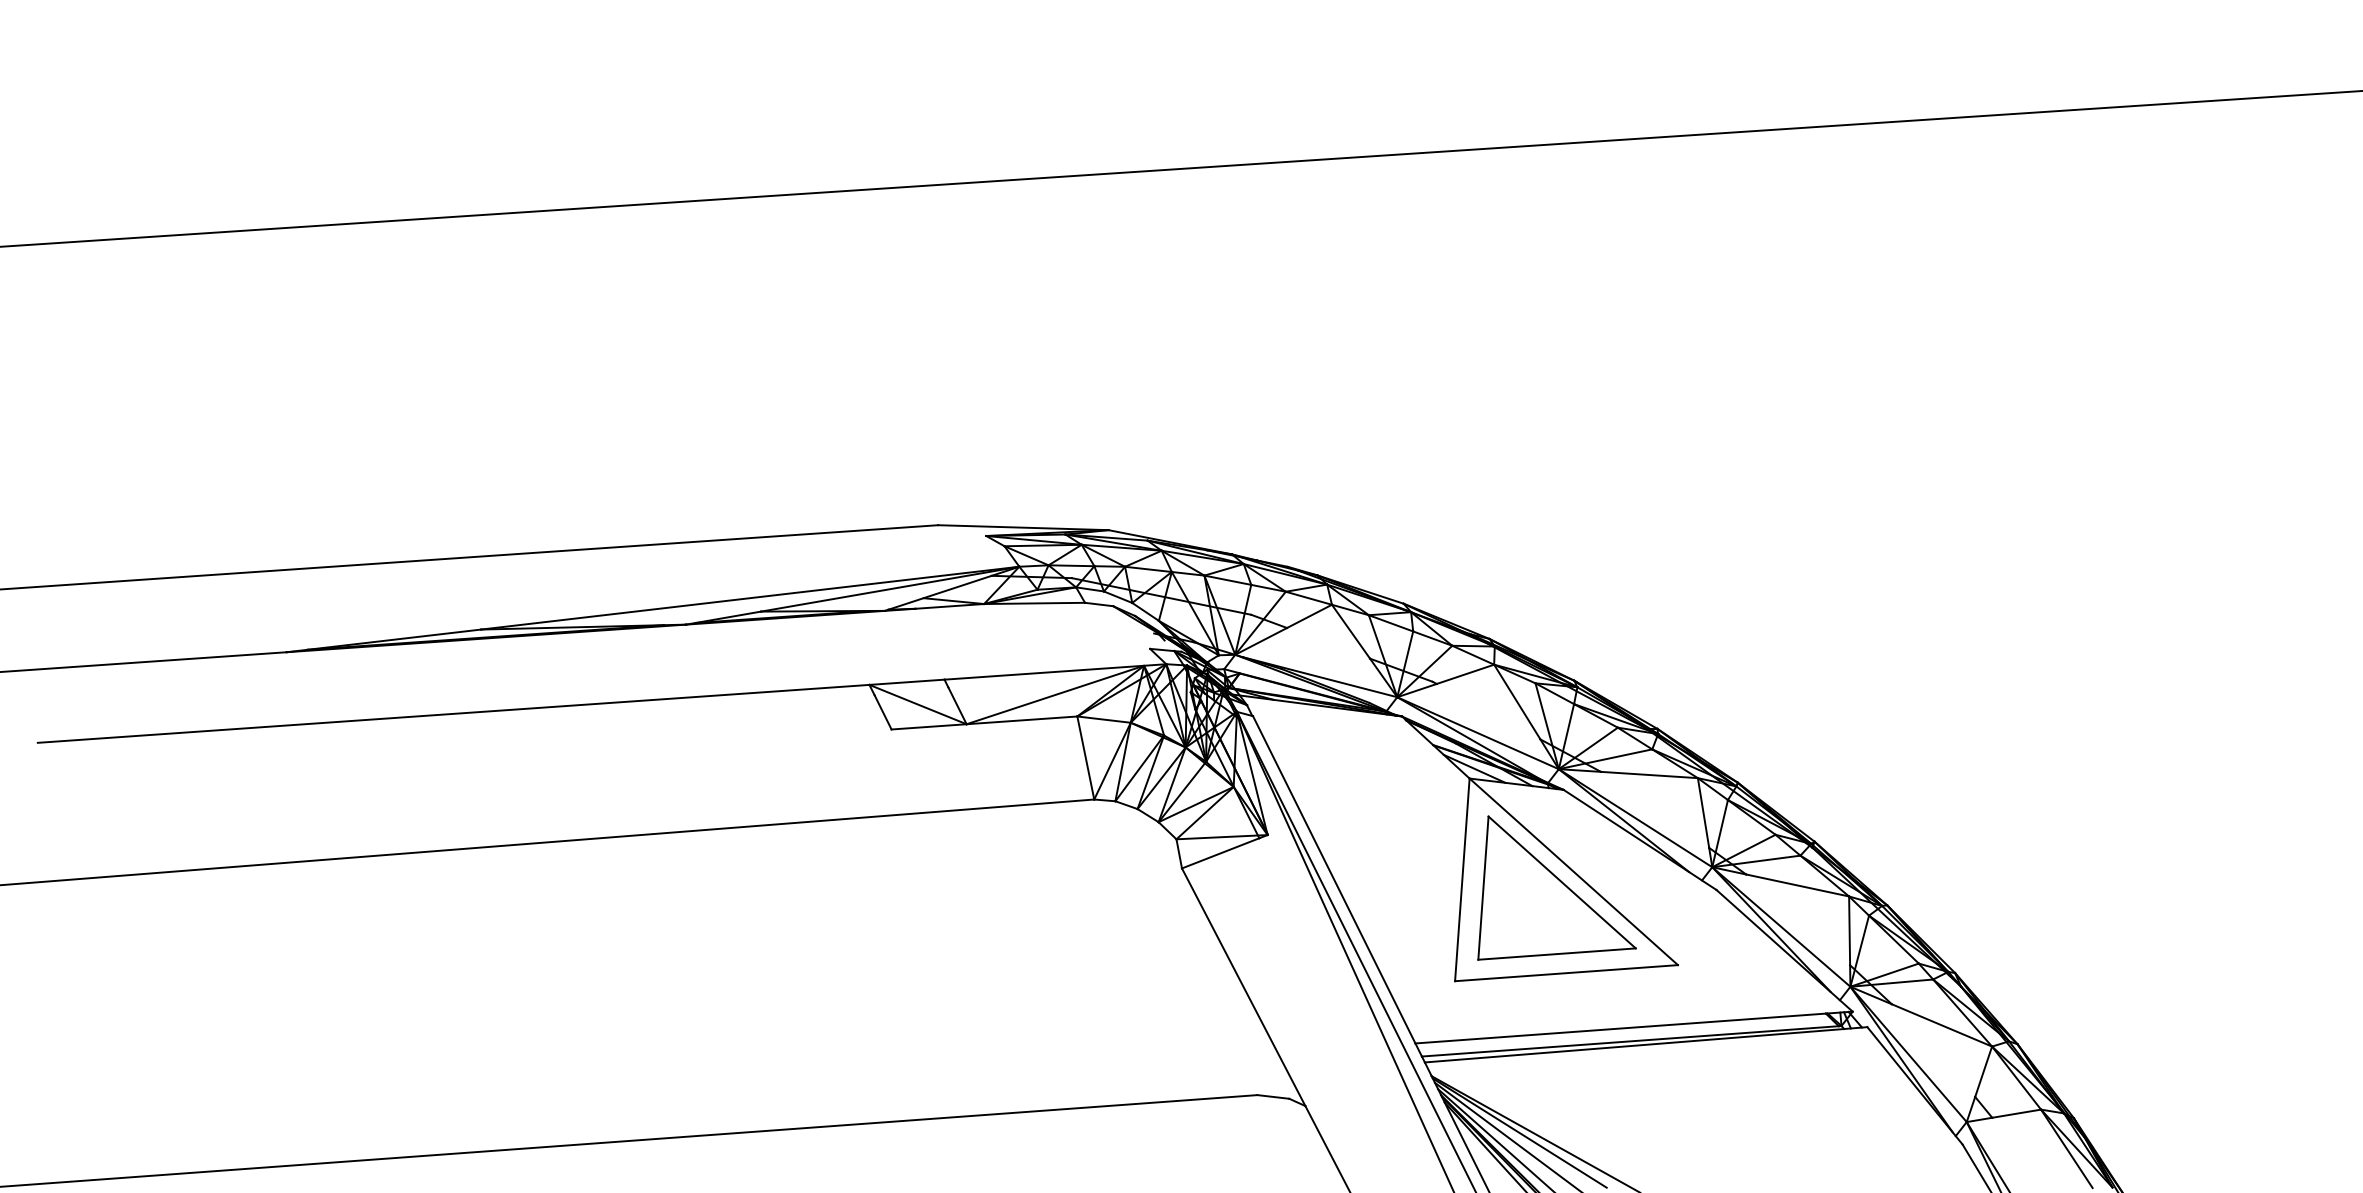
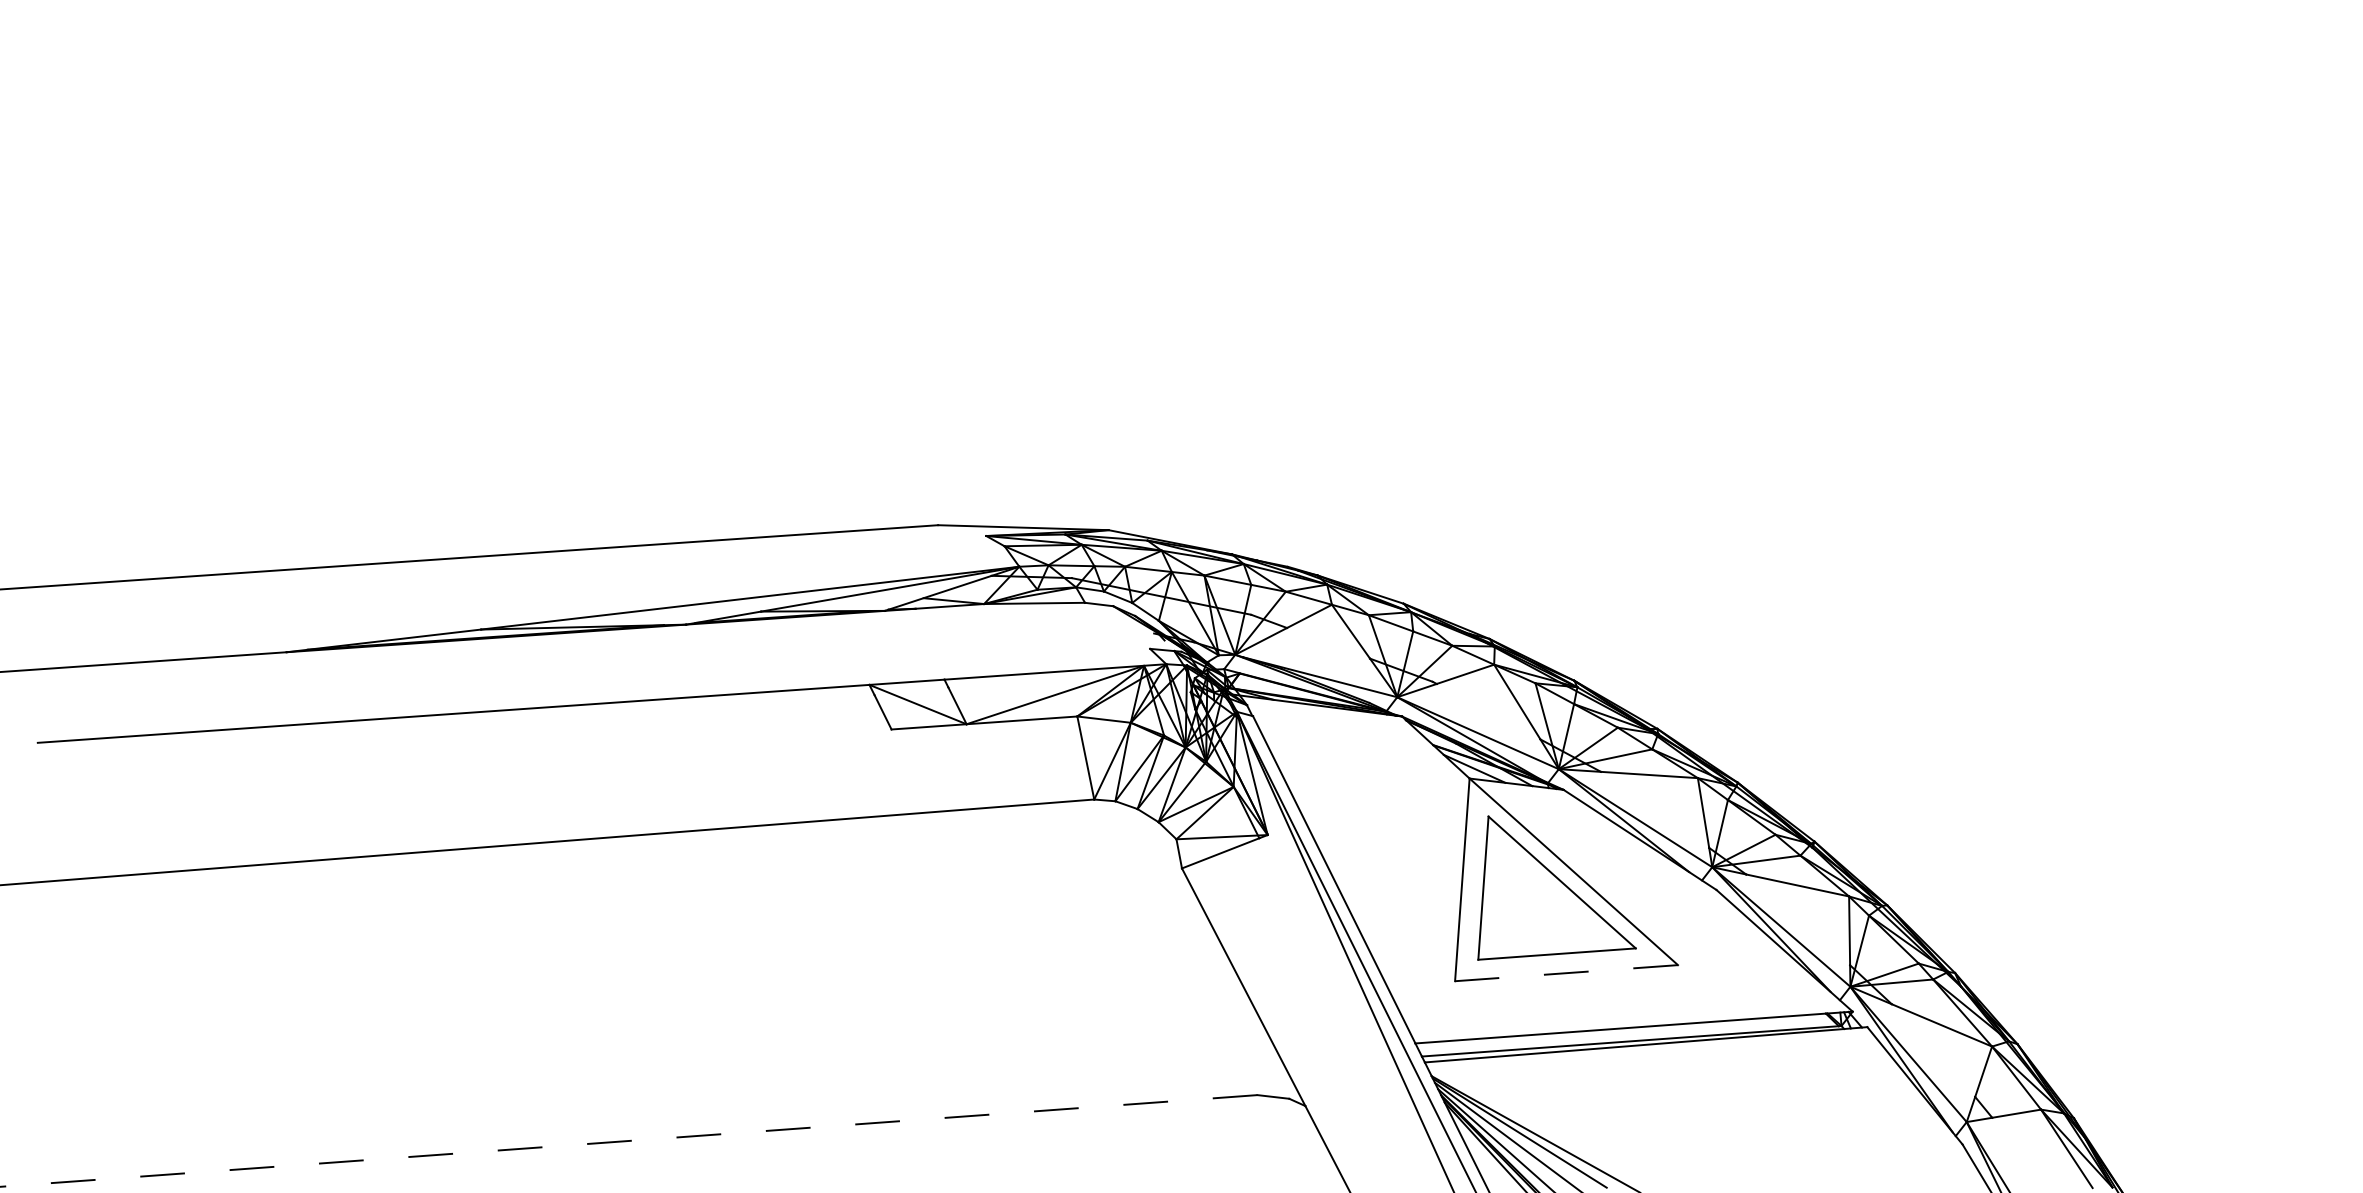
line at (1180, 168): present -> none
line at (1566, 973): solid -> dashed
line at (628, 1141): solid -> dashed
